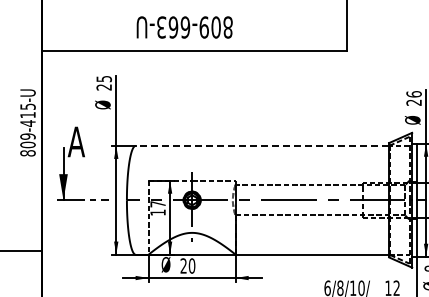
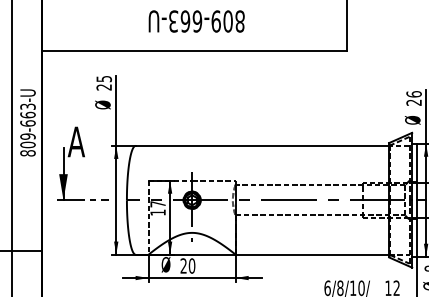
text at (184, 27) position: (184, 27) -> (196, 21)
text at (27, 114): 809-415-U -> 809-663-U
line at (262, 145): dashed -> solid
line at (11, 147): none -> present
